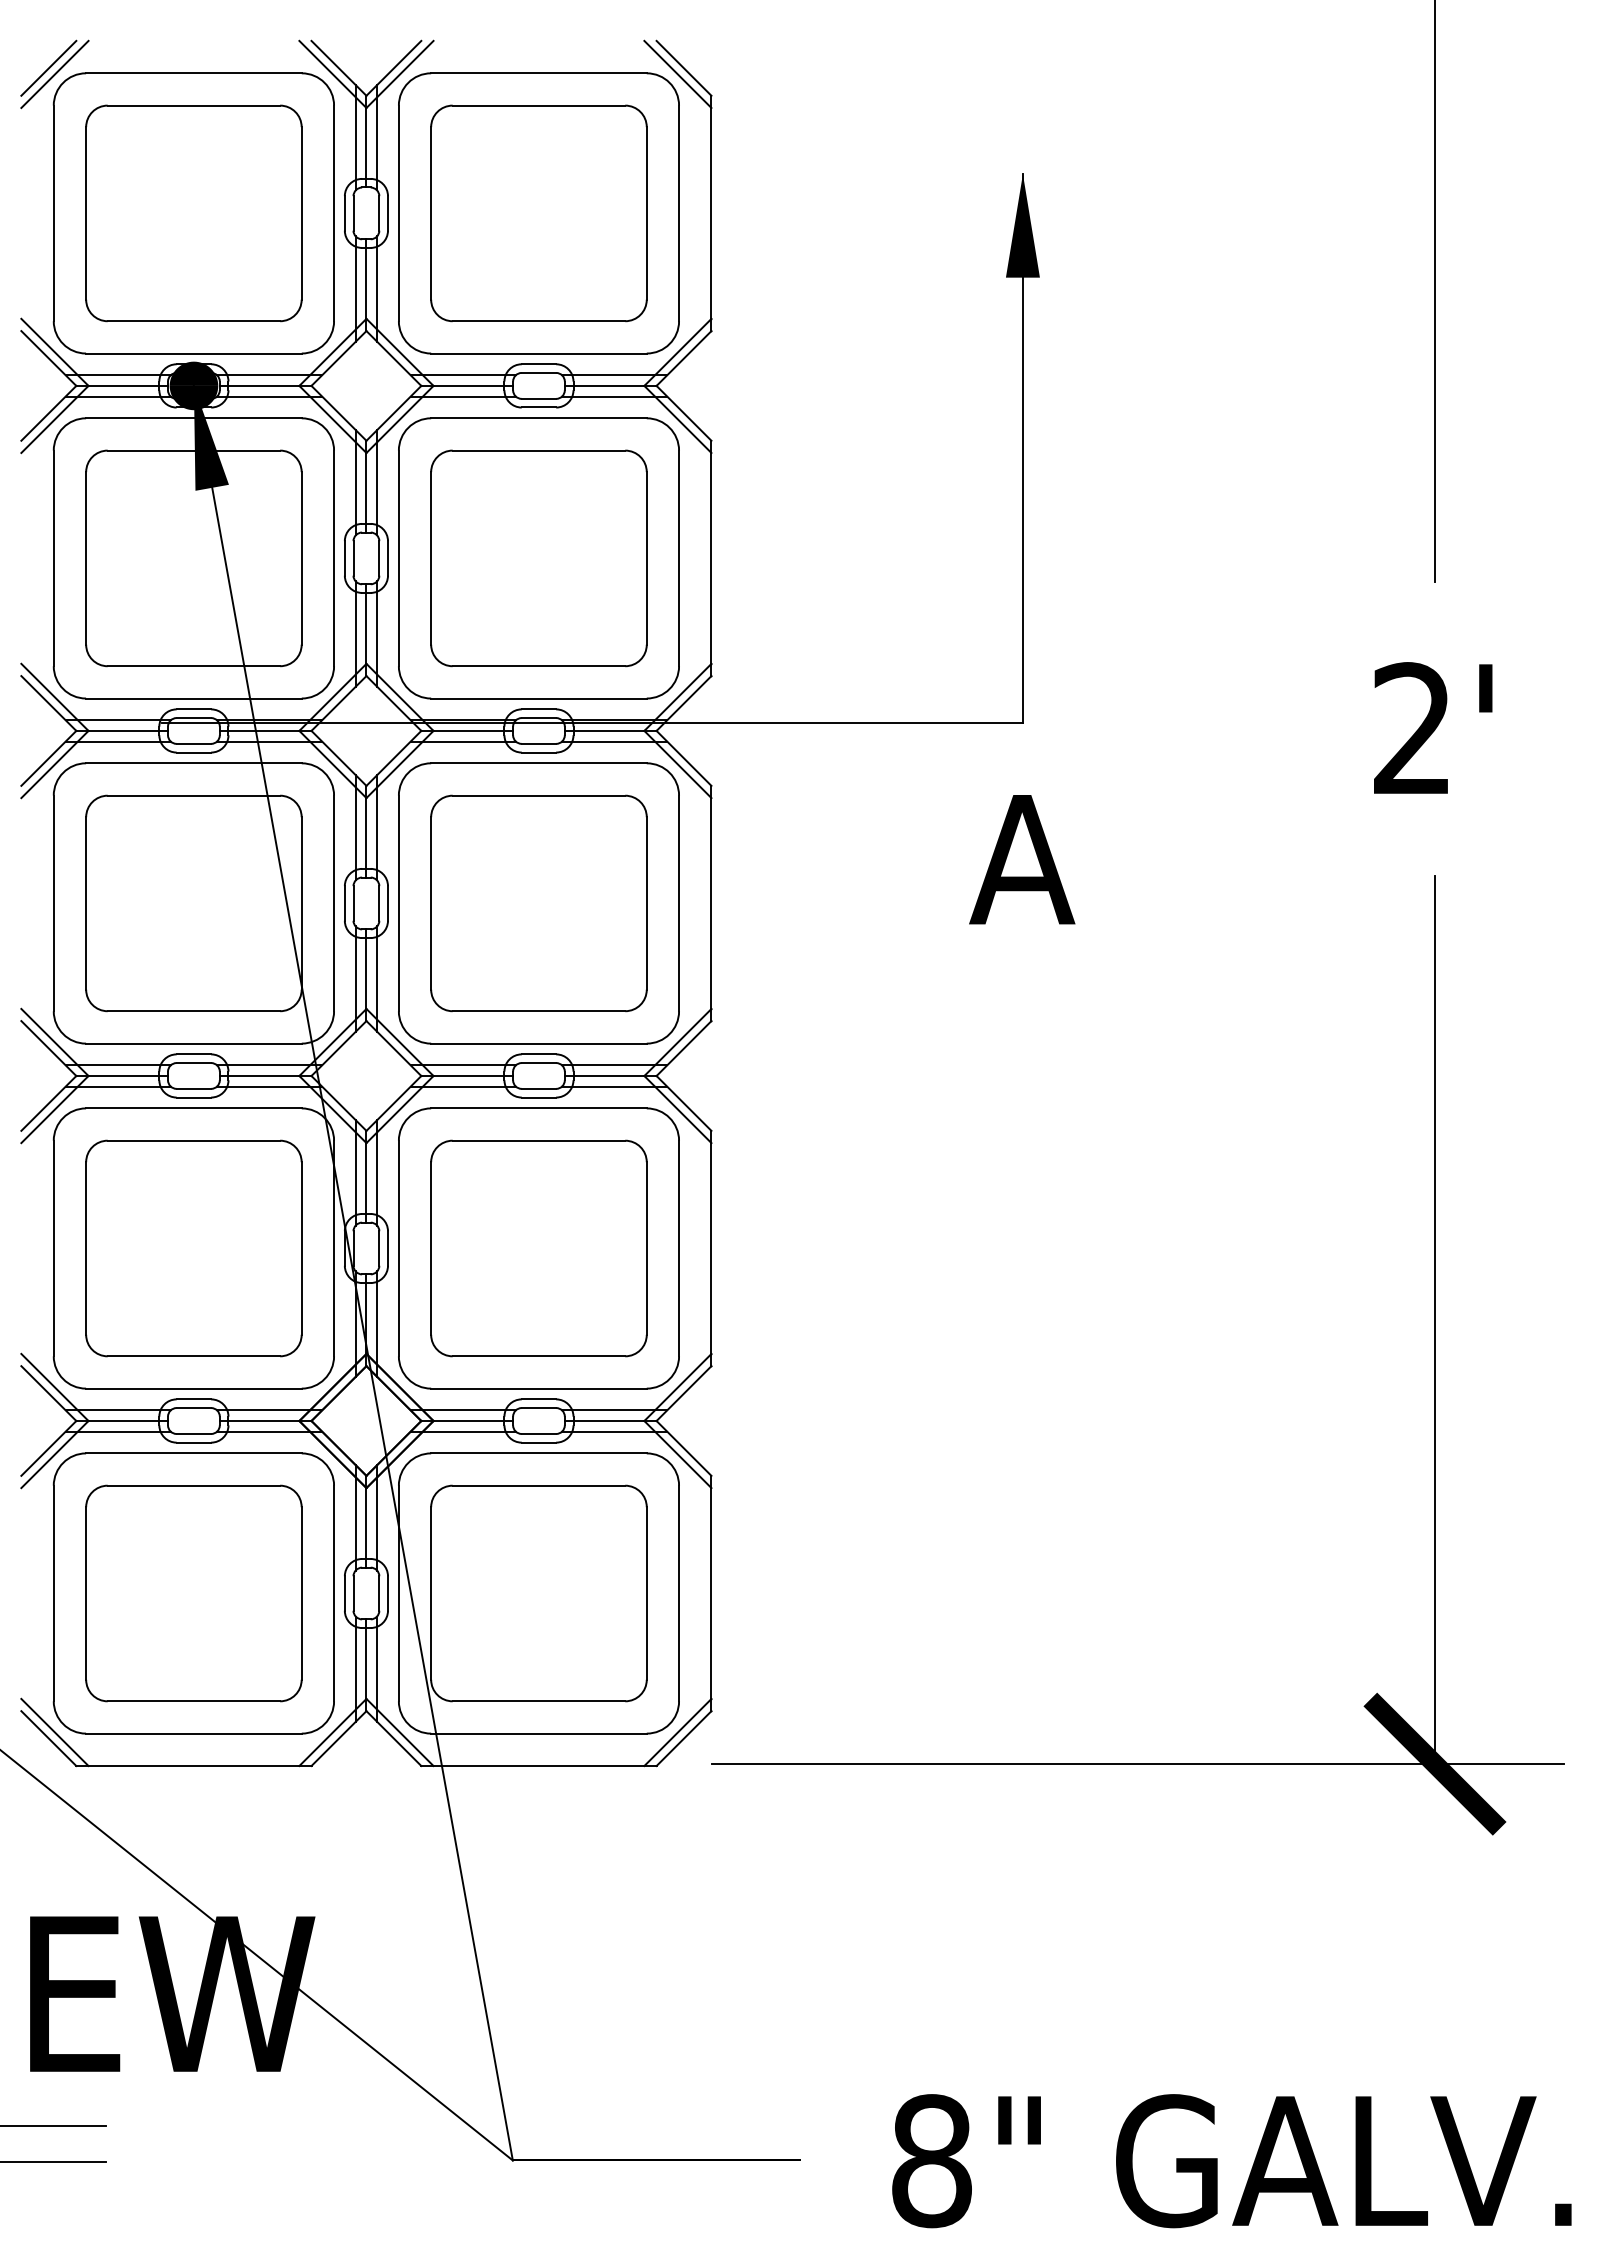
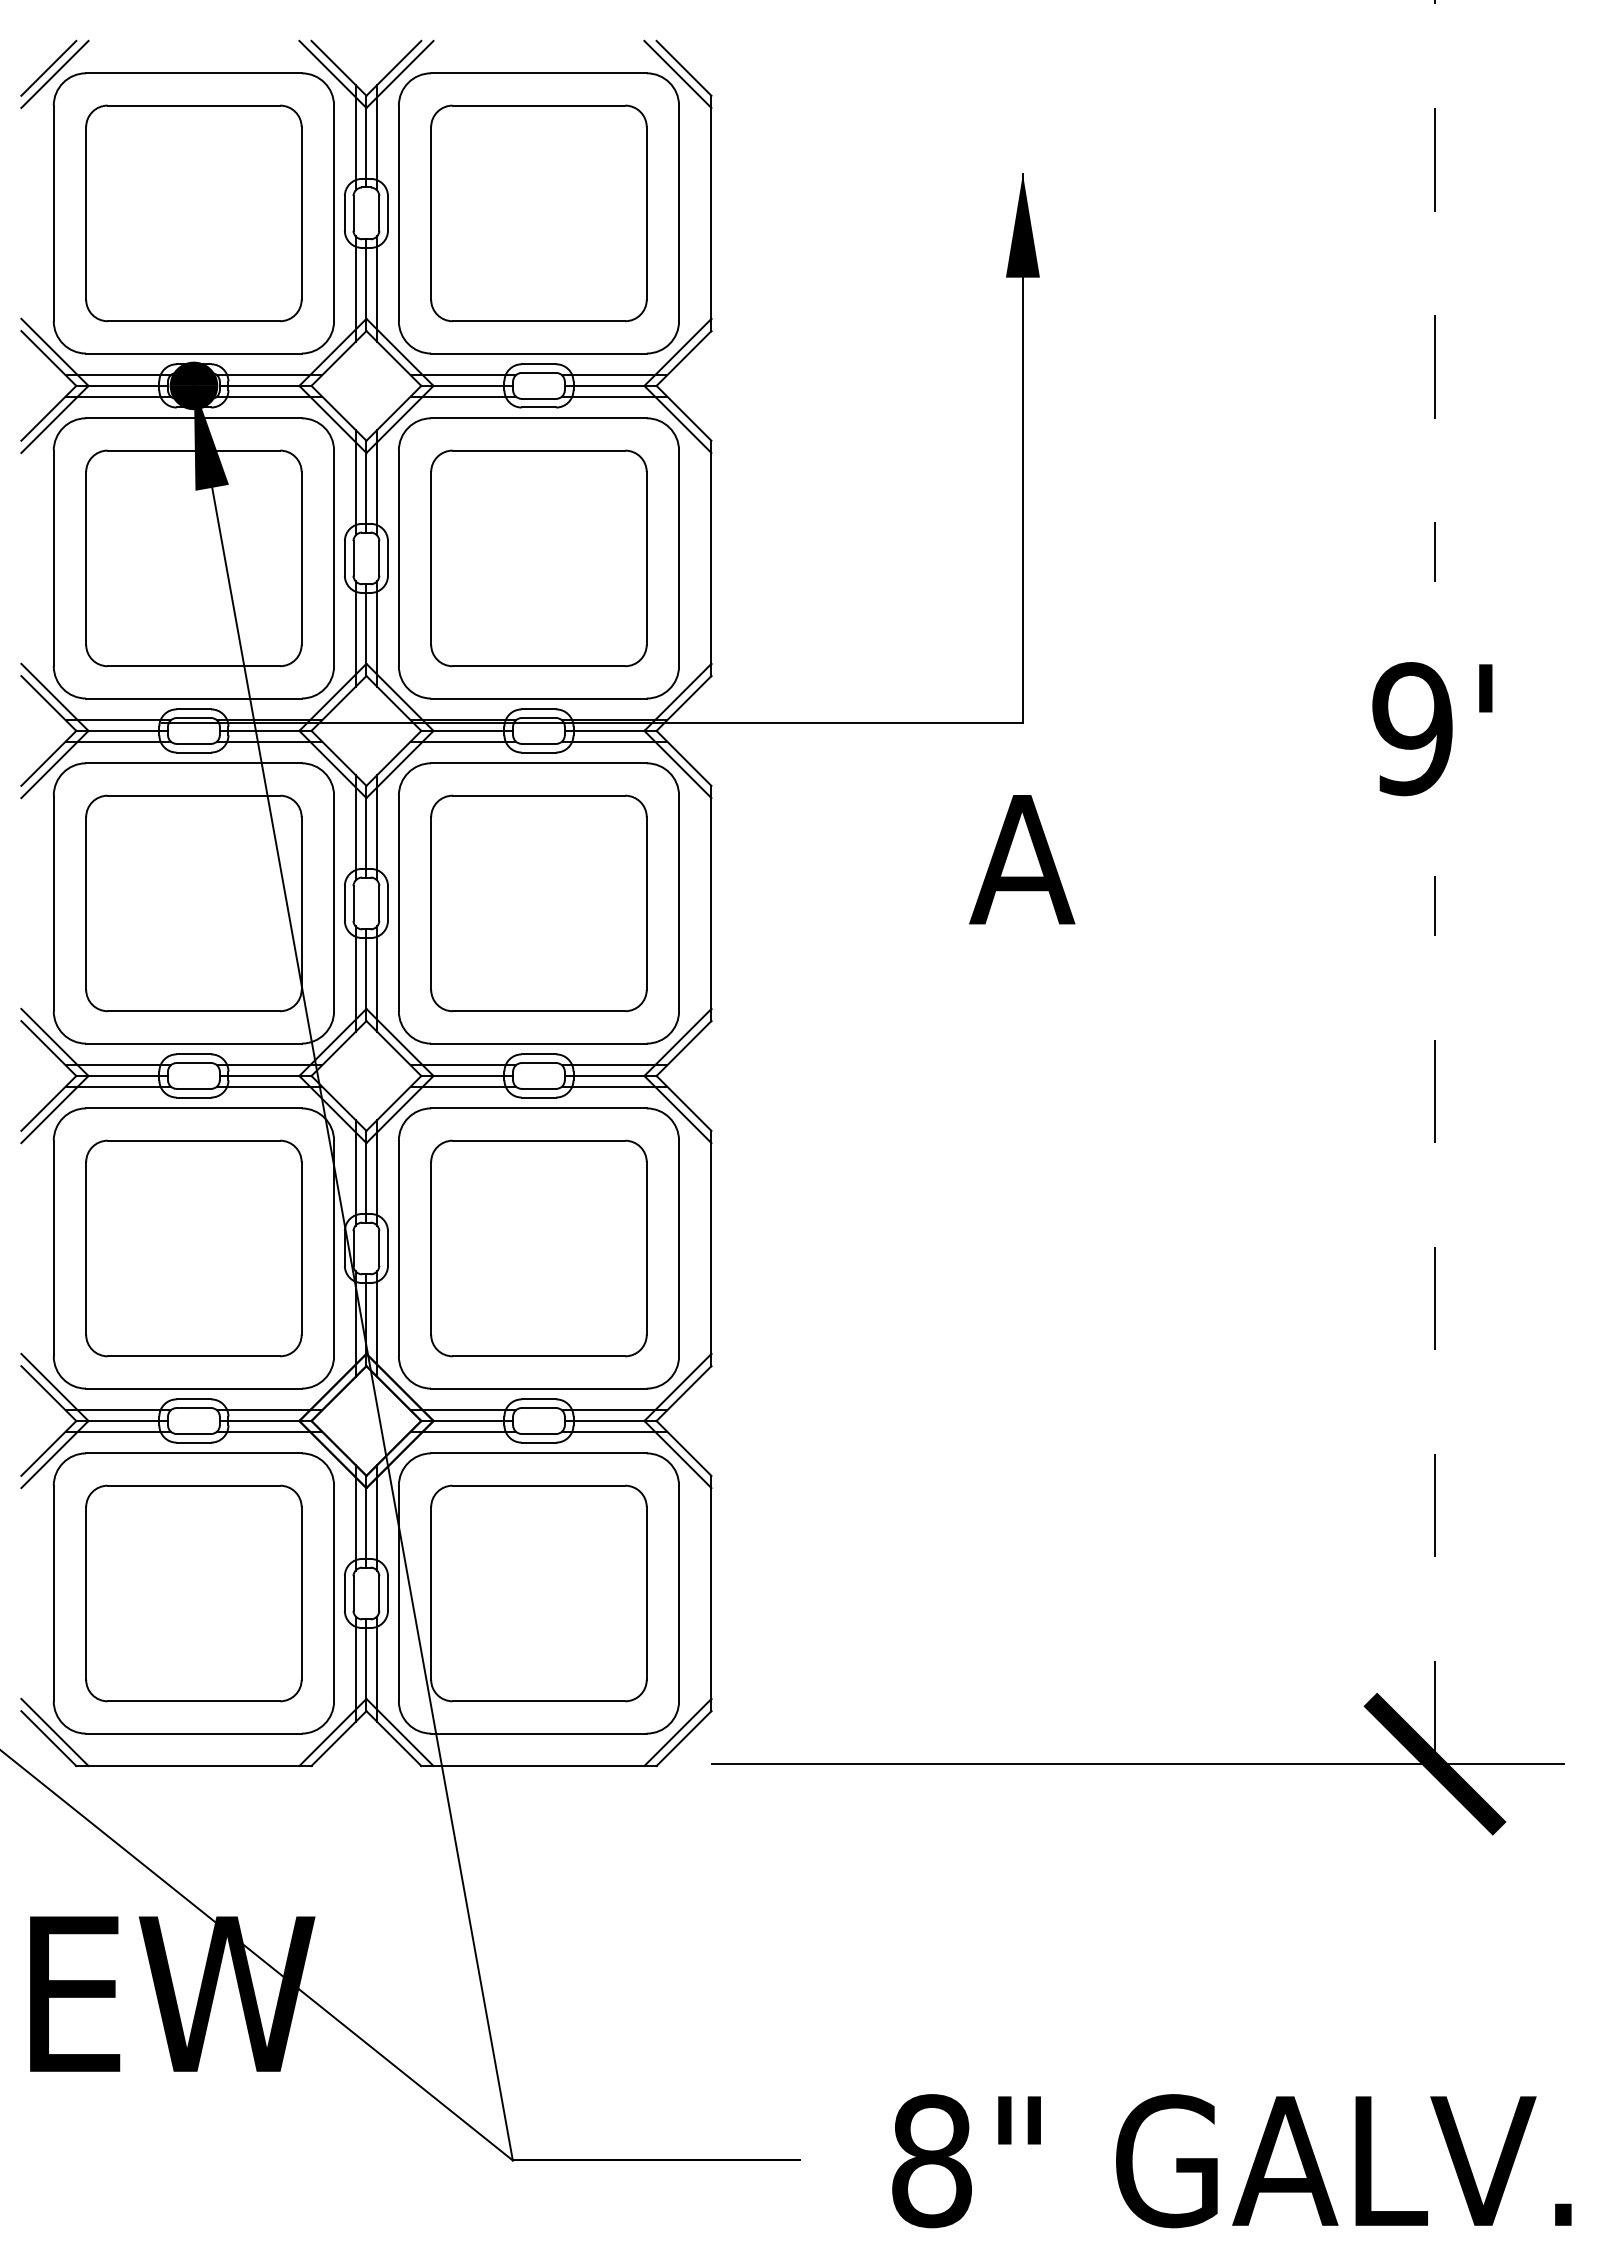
line at (1434, 291): solid -> dashed
text at (1412, 729): 2' -> 9'
line at (1434, 1319): solid -> dashed
line at (53, 2125): present -> none
line at (53, 2162): present -> none
